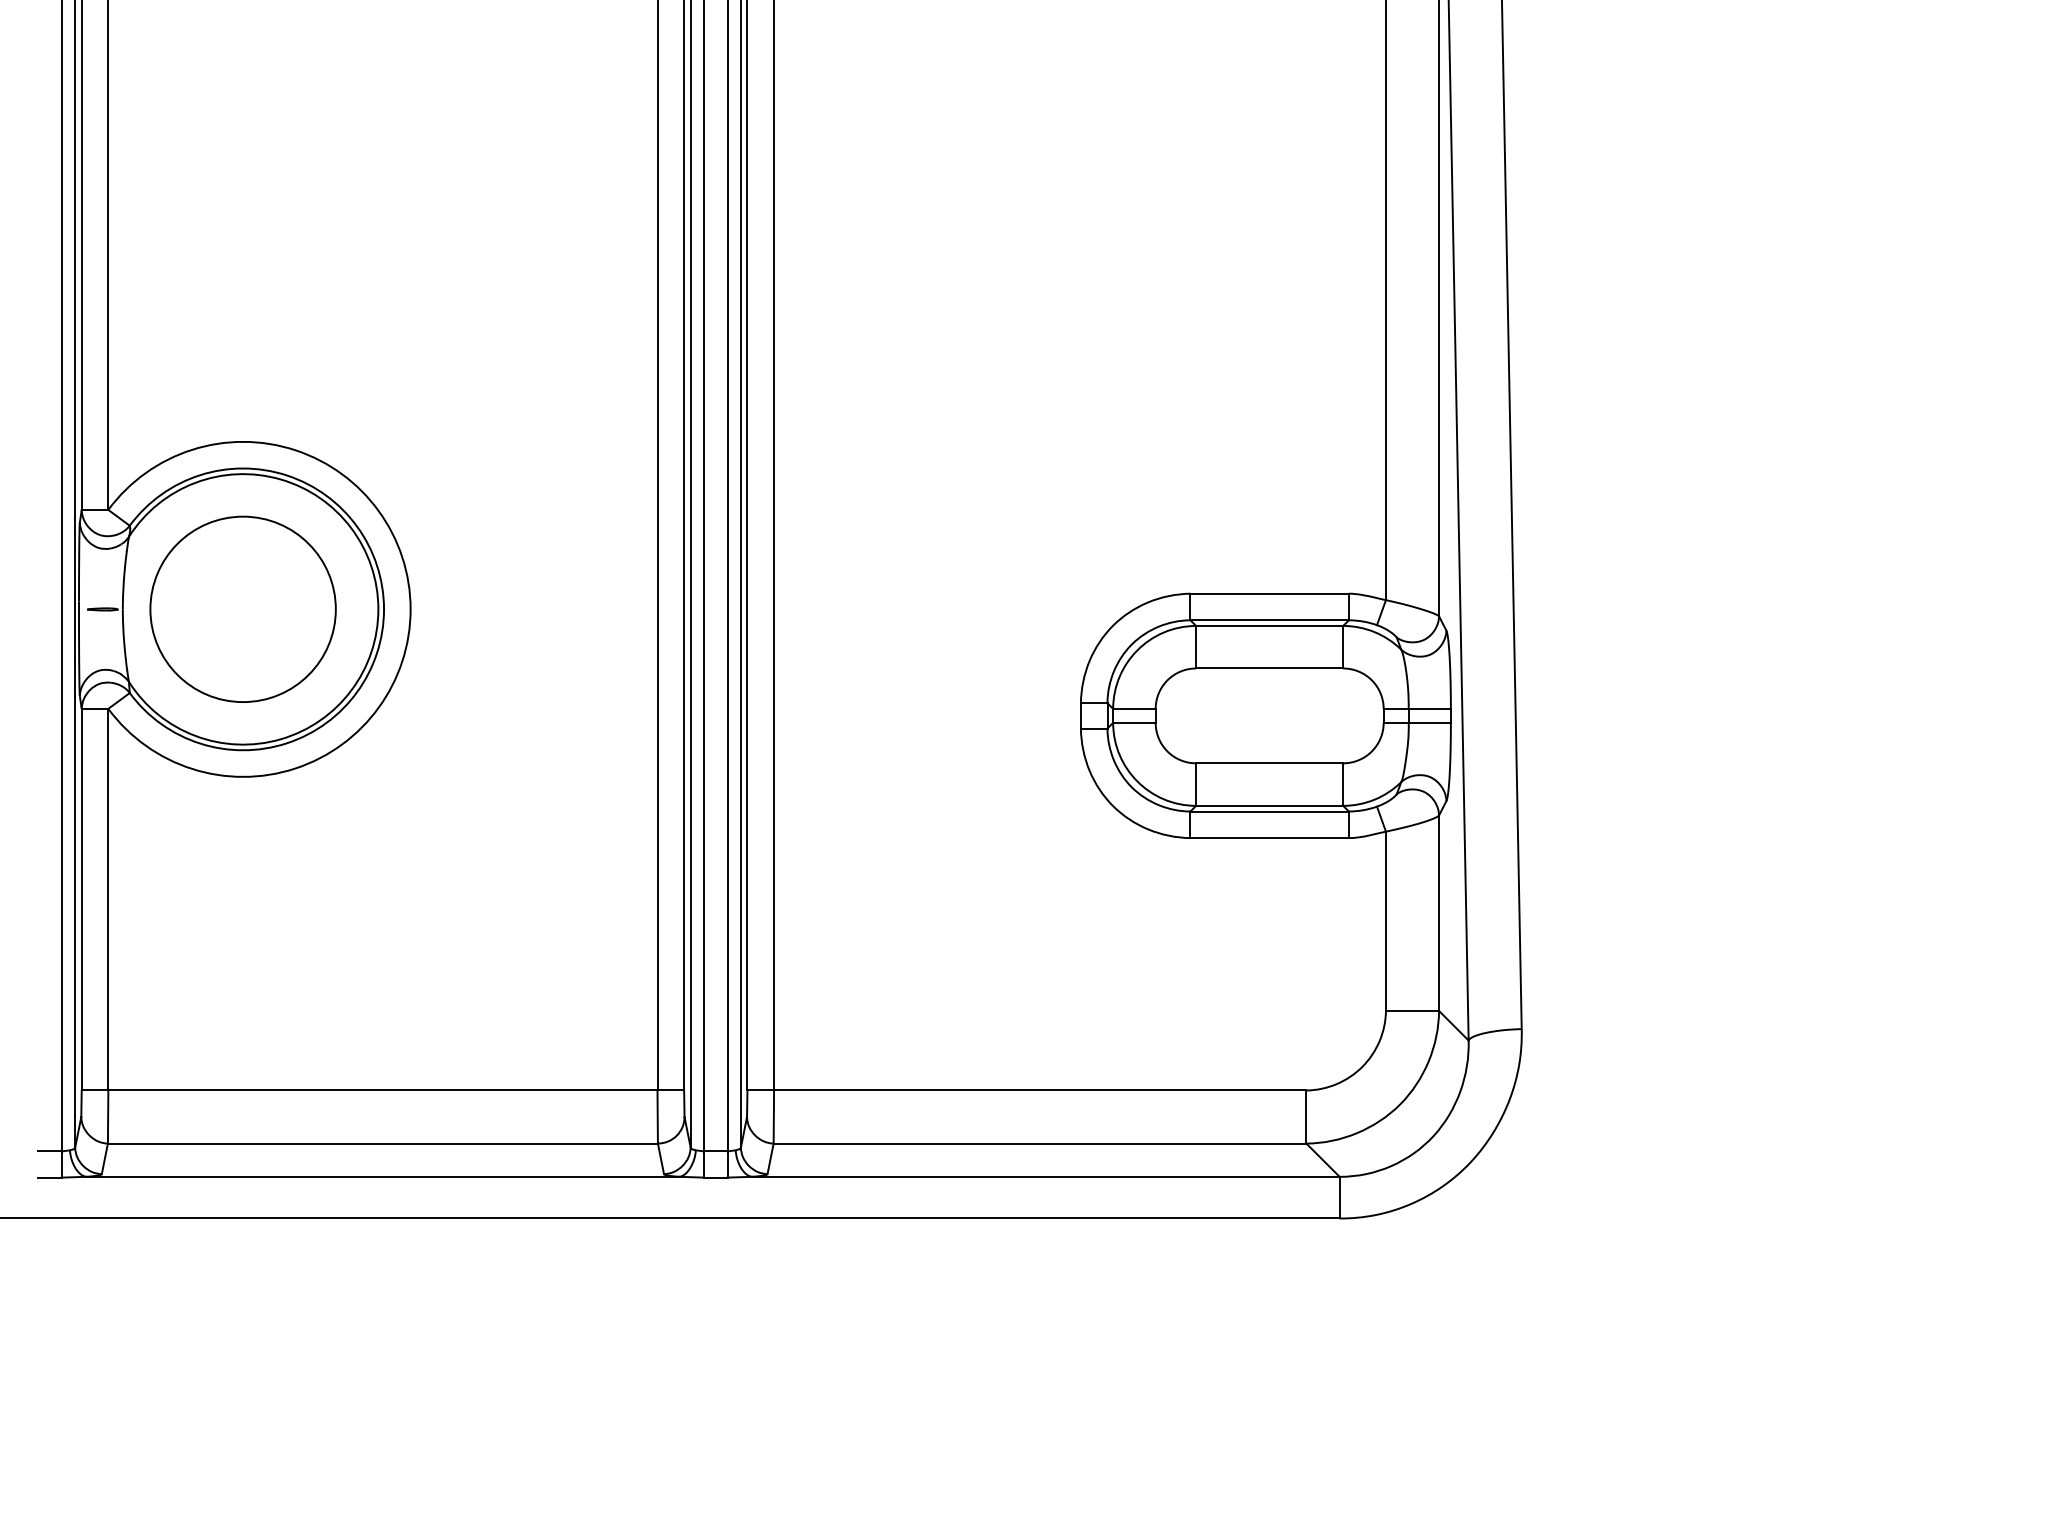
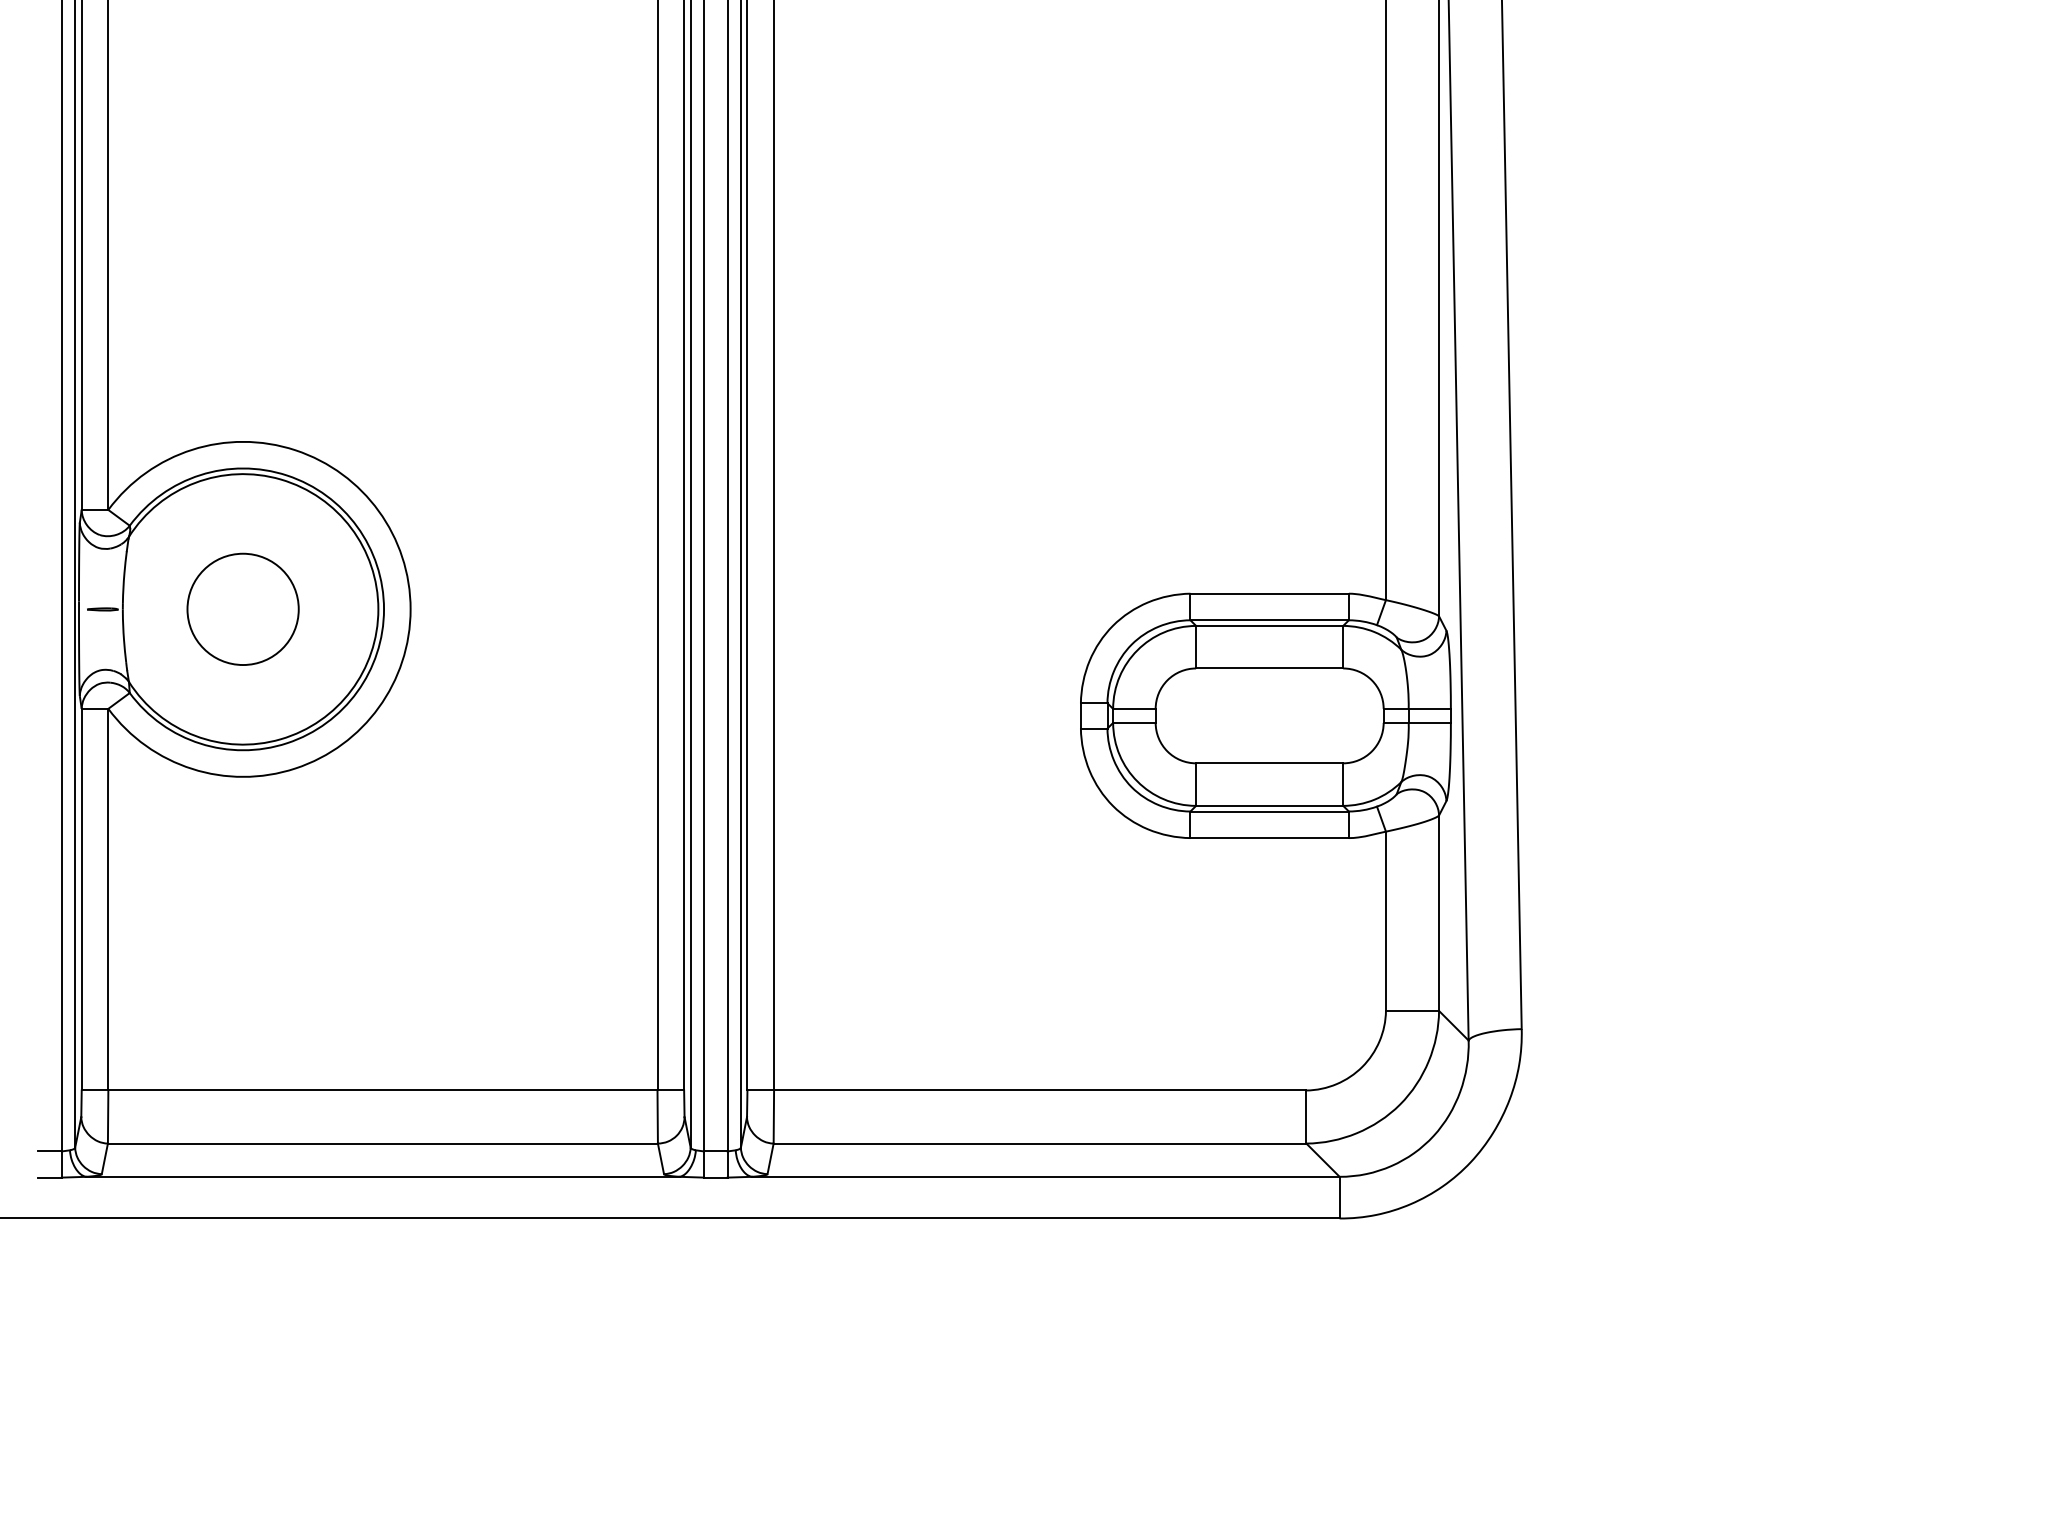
circle at (242, 609) diameter: 185 px -> 111 px
